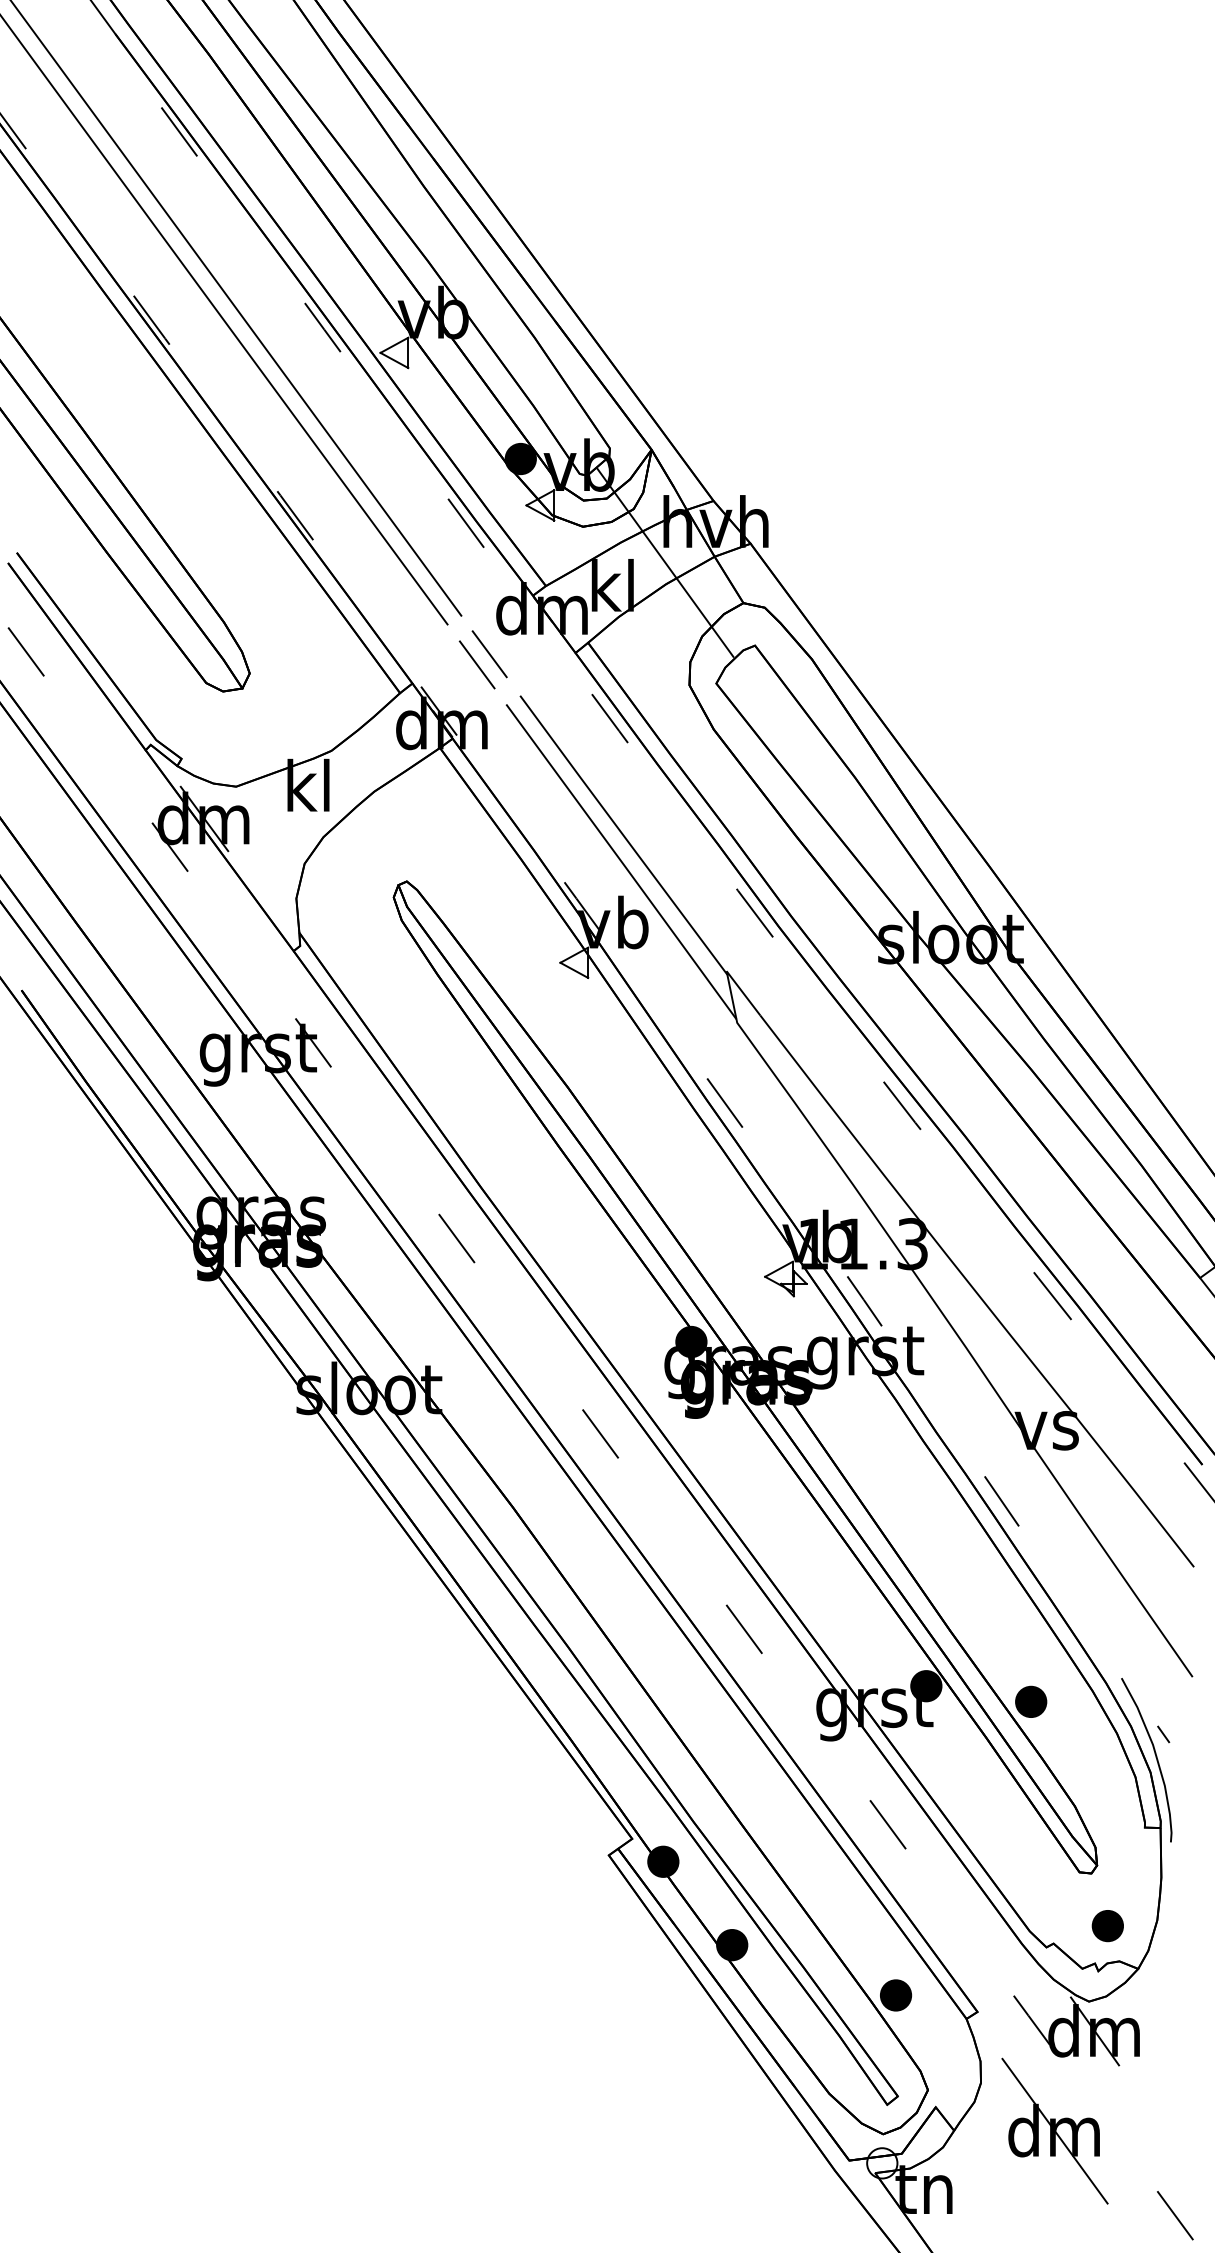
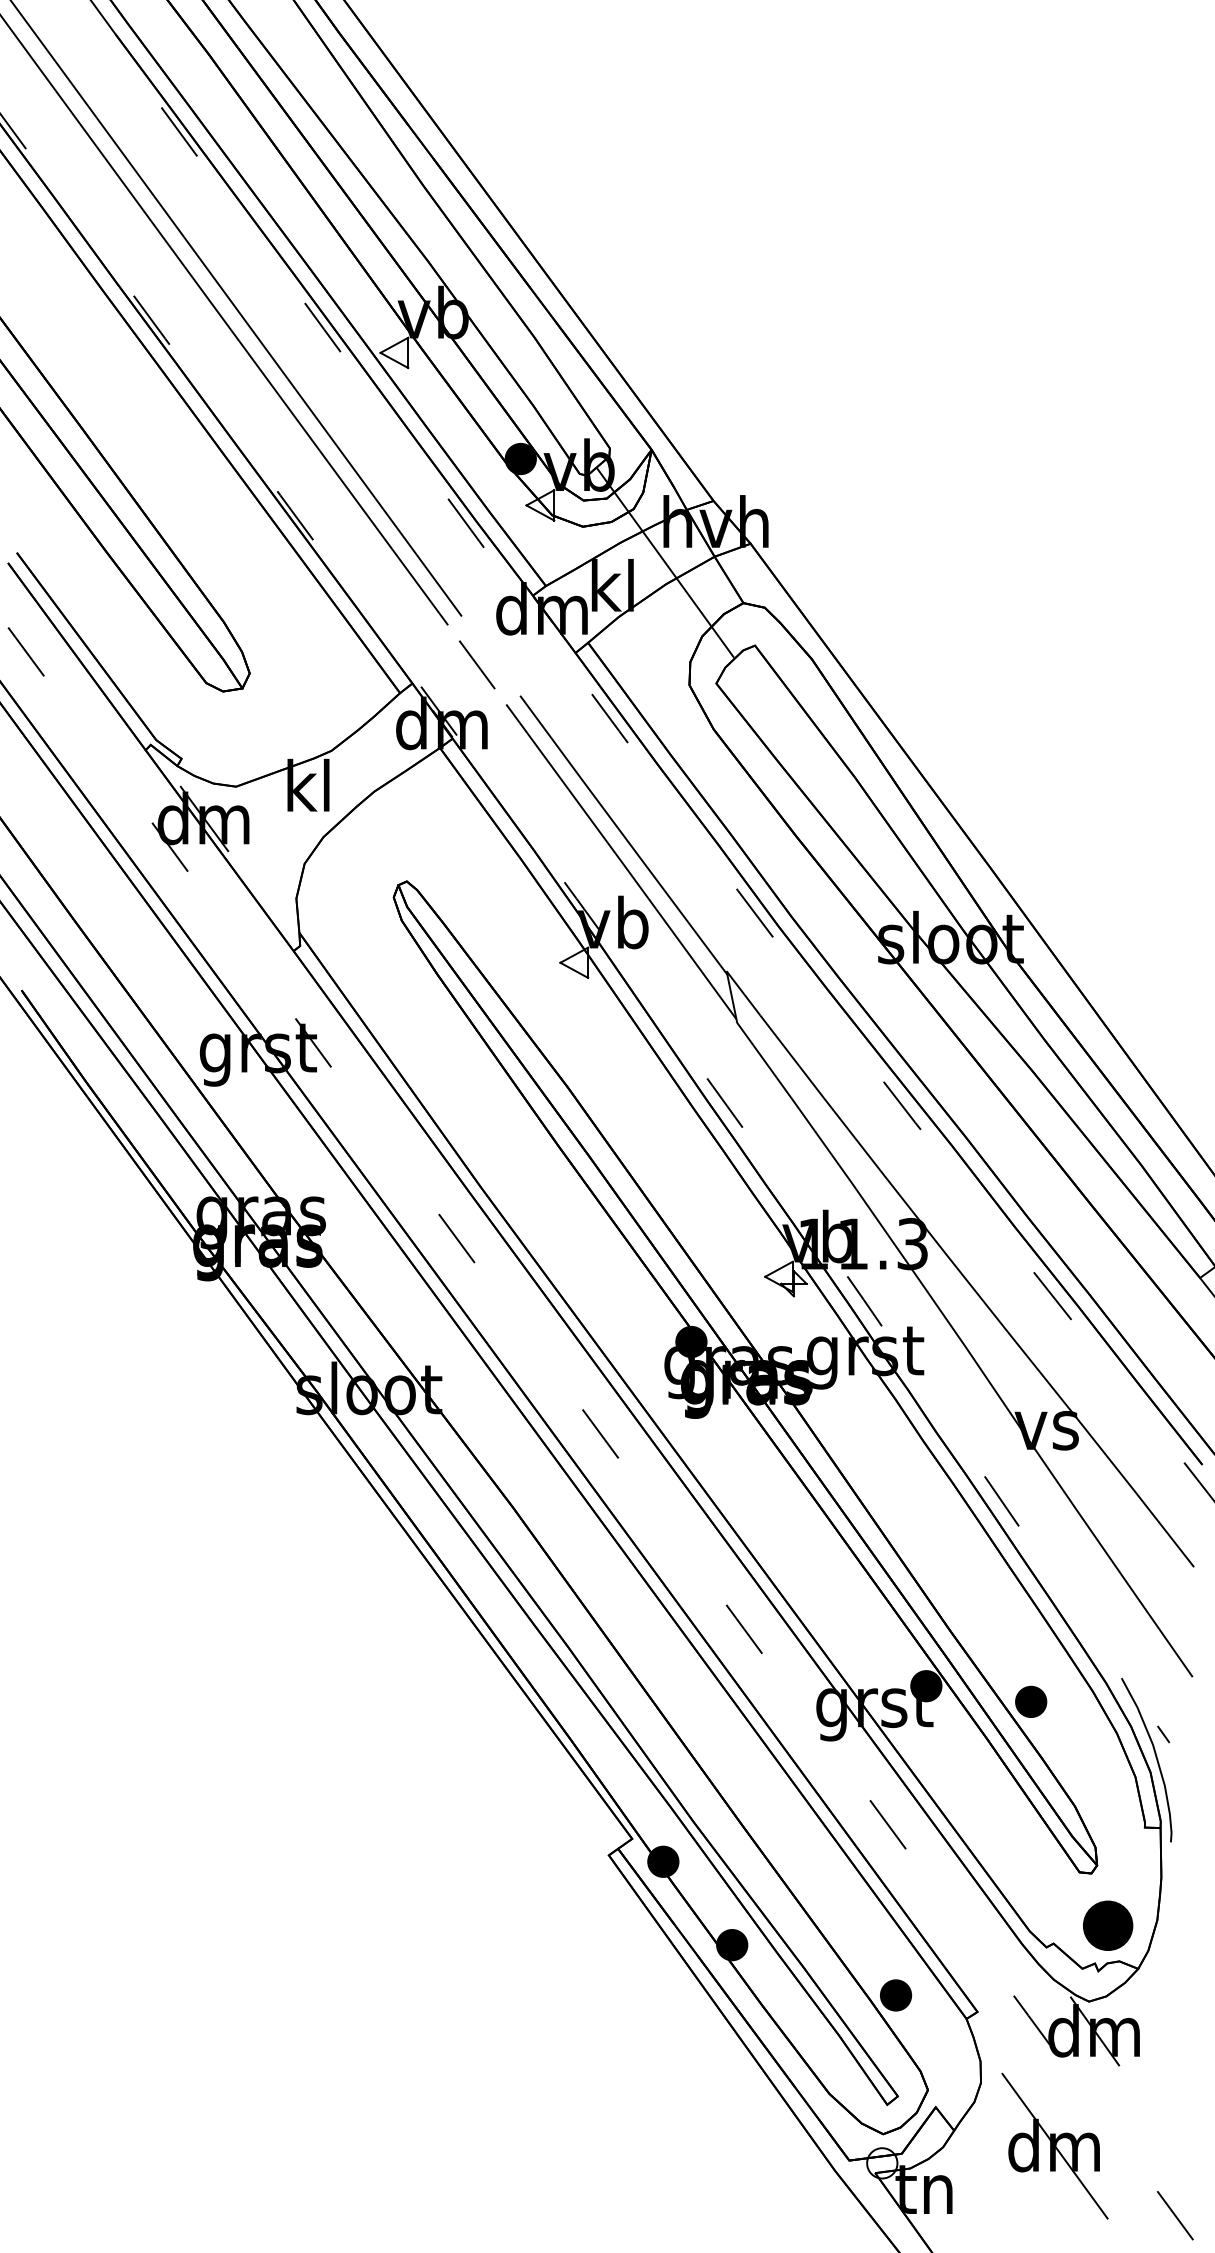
line at (489, 654): present -> none
part at (1107, 1926) size: 33x33 px -> 51x51 px
part at (1054, 2130) position: (1054, 2130) -> (1054, 2145)
